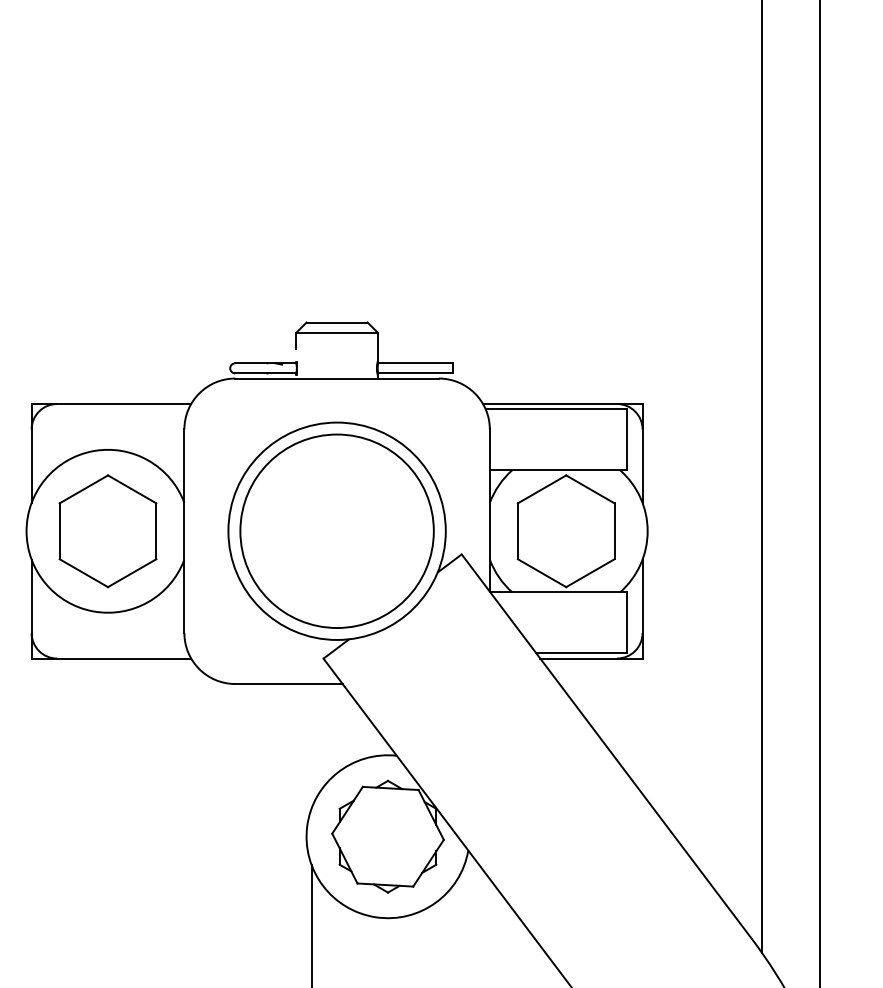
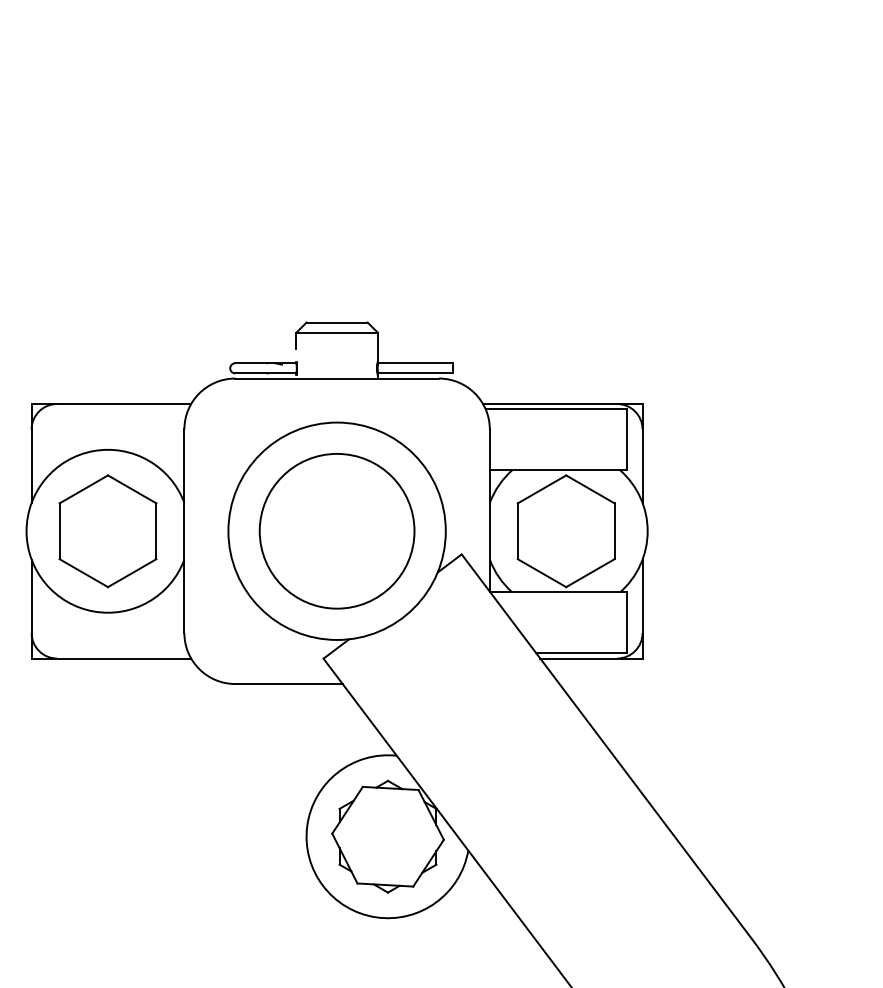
line at (761, 477): present -> none
line at (820, 493): present -> none
circle at (336, 531) diameter: 193 px -> 155 px
line at (311, 924): present -> none
